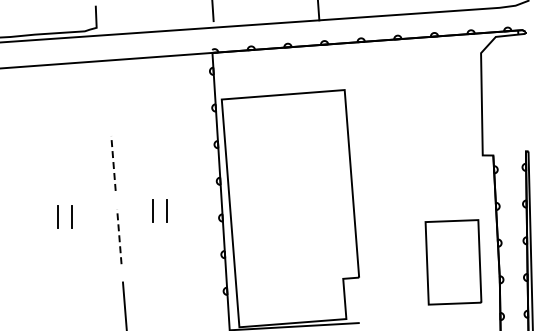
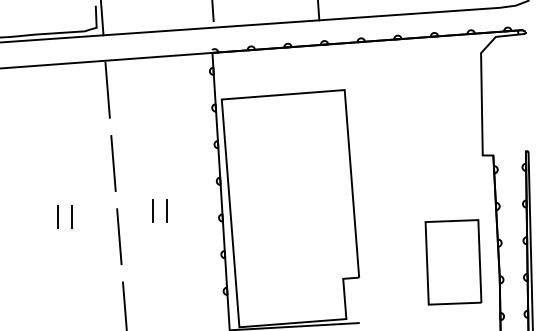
line at (102, 18): none -> present
line at (107, 89): none -> present
line at (113, 163): dashed -> solid
line at (119, 236): dashed -> solid
